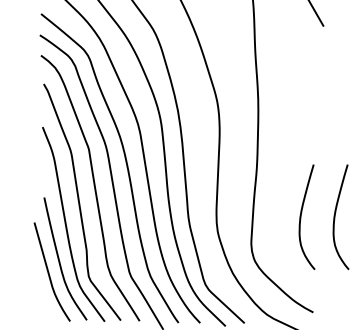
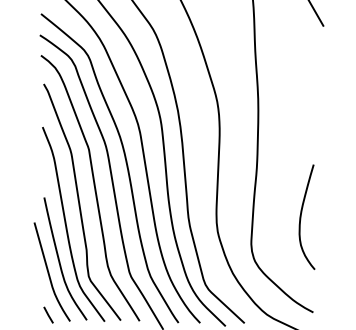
curve at (335, 216): present -> none
line at (48, 314): none -> present
